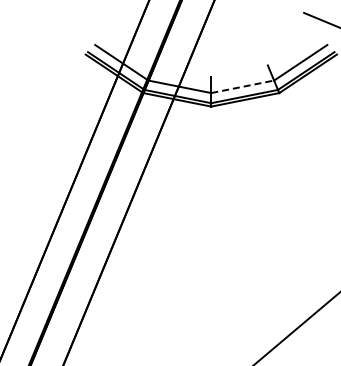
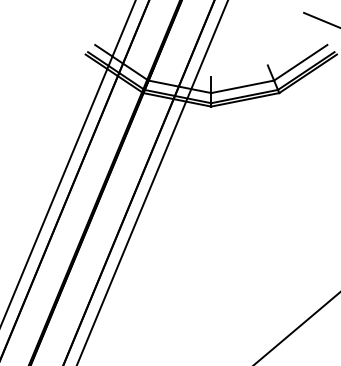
line at (243, 86): dashed -> solid
line at (68, 162): none -> present
line at (152, 182): none -> present
